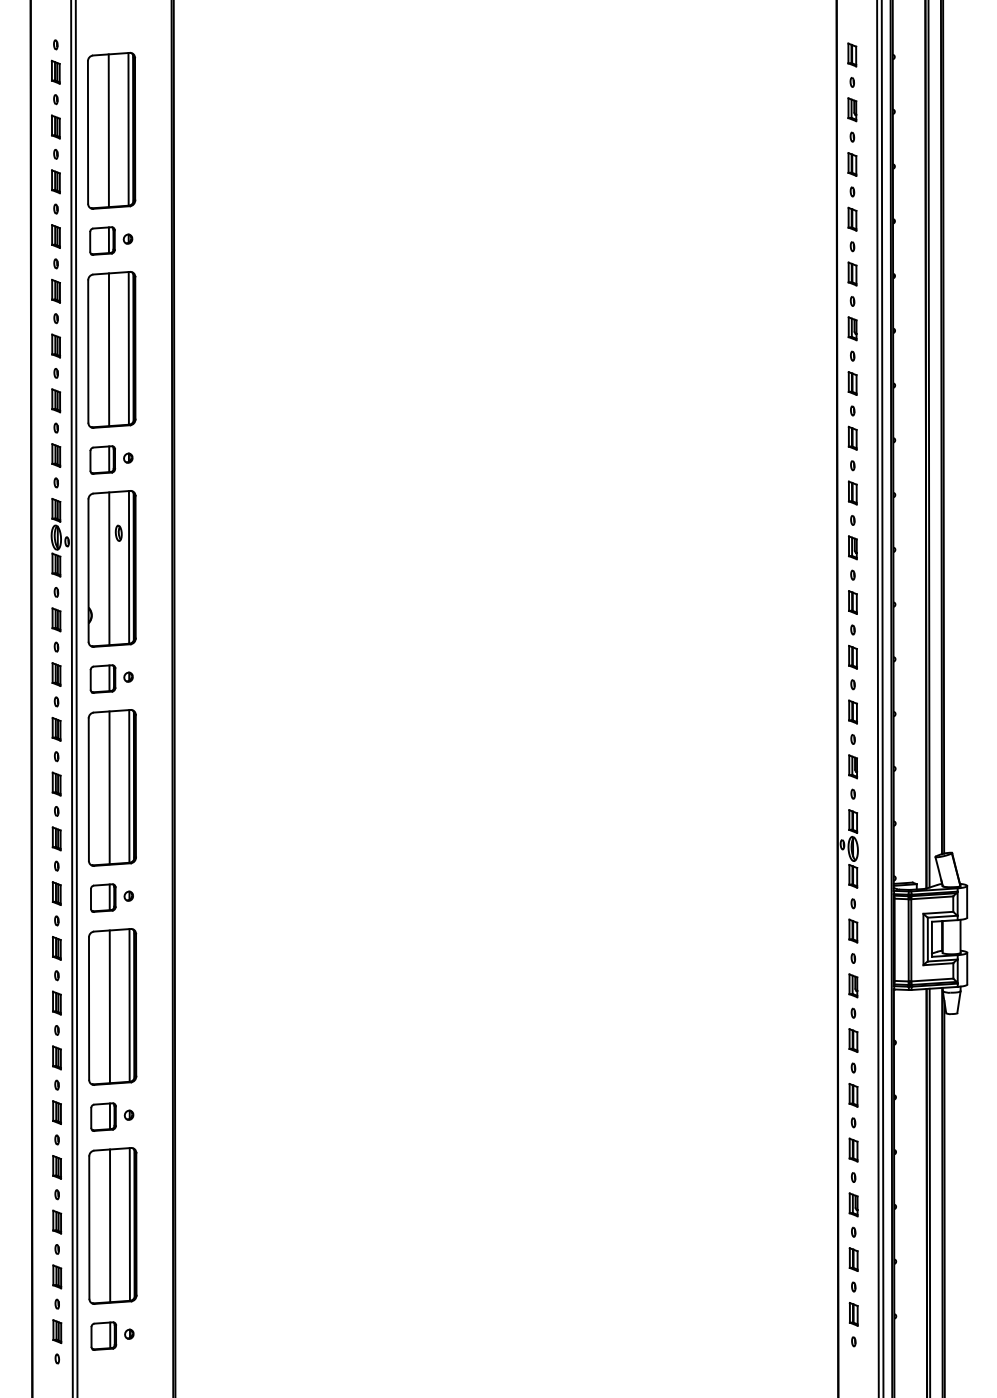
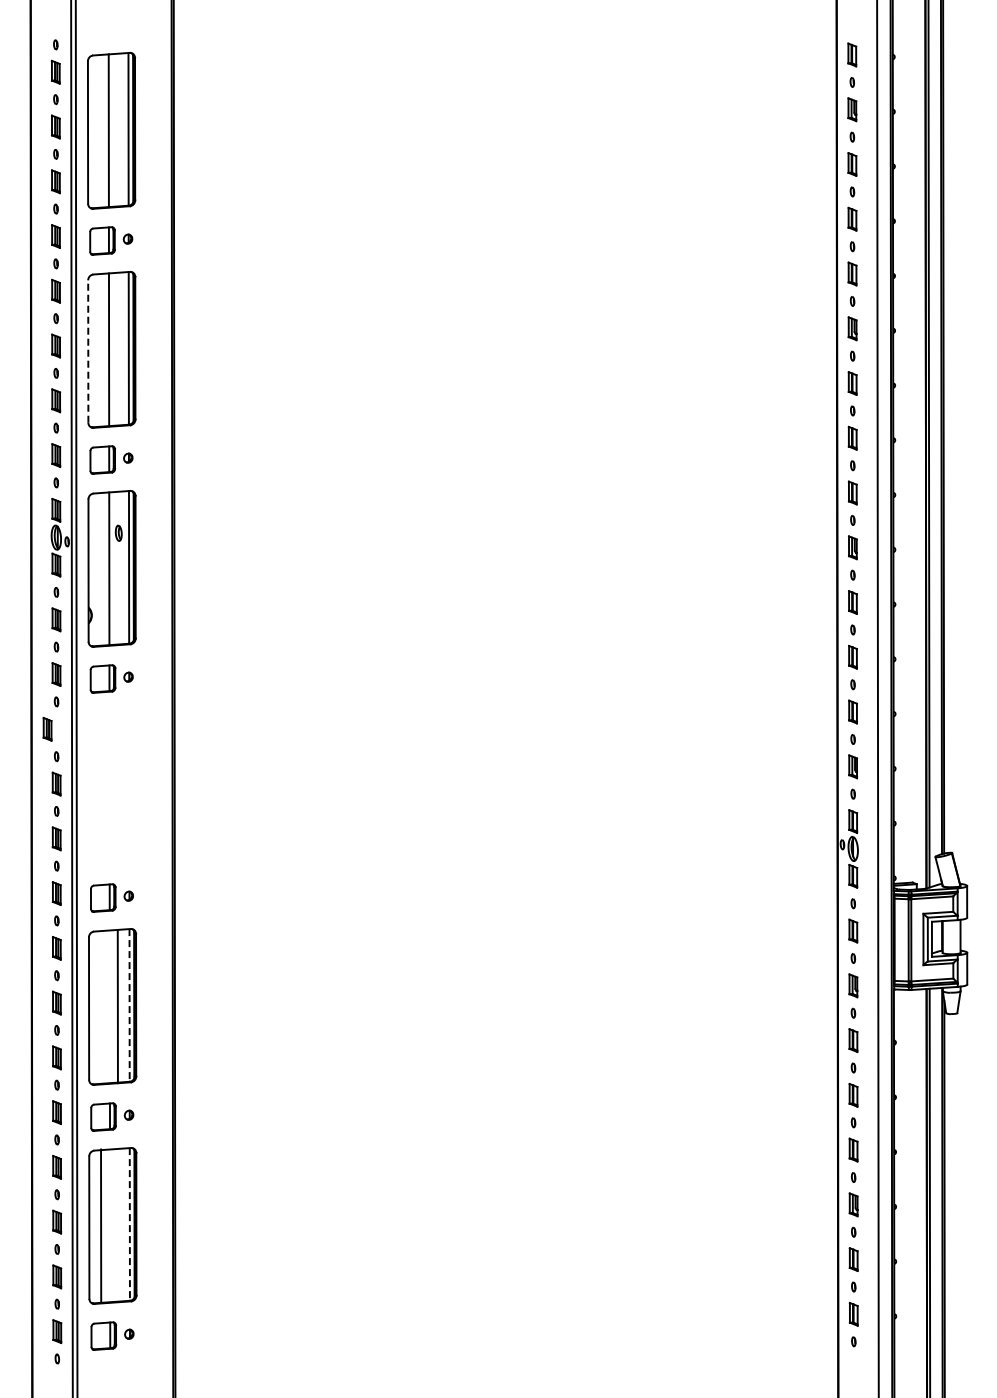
line at (88, 351): solid -> dashed
line at (882, 698): present -> none
part at (56, 729) position: (56, 729) -> (47, 729)
part at (111, 787): present -> none
line at (129, 1005): solid -> dashed
line at (109, 1006) position: (109, 1006) -> (117, 1006)
line at (129, 1224): solid -> dashed
line at (110, 1225) position: (110, 1225) -> (101, 1225)
